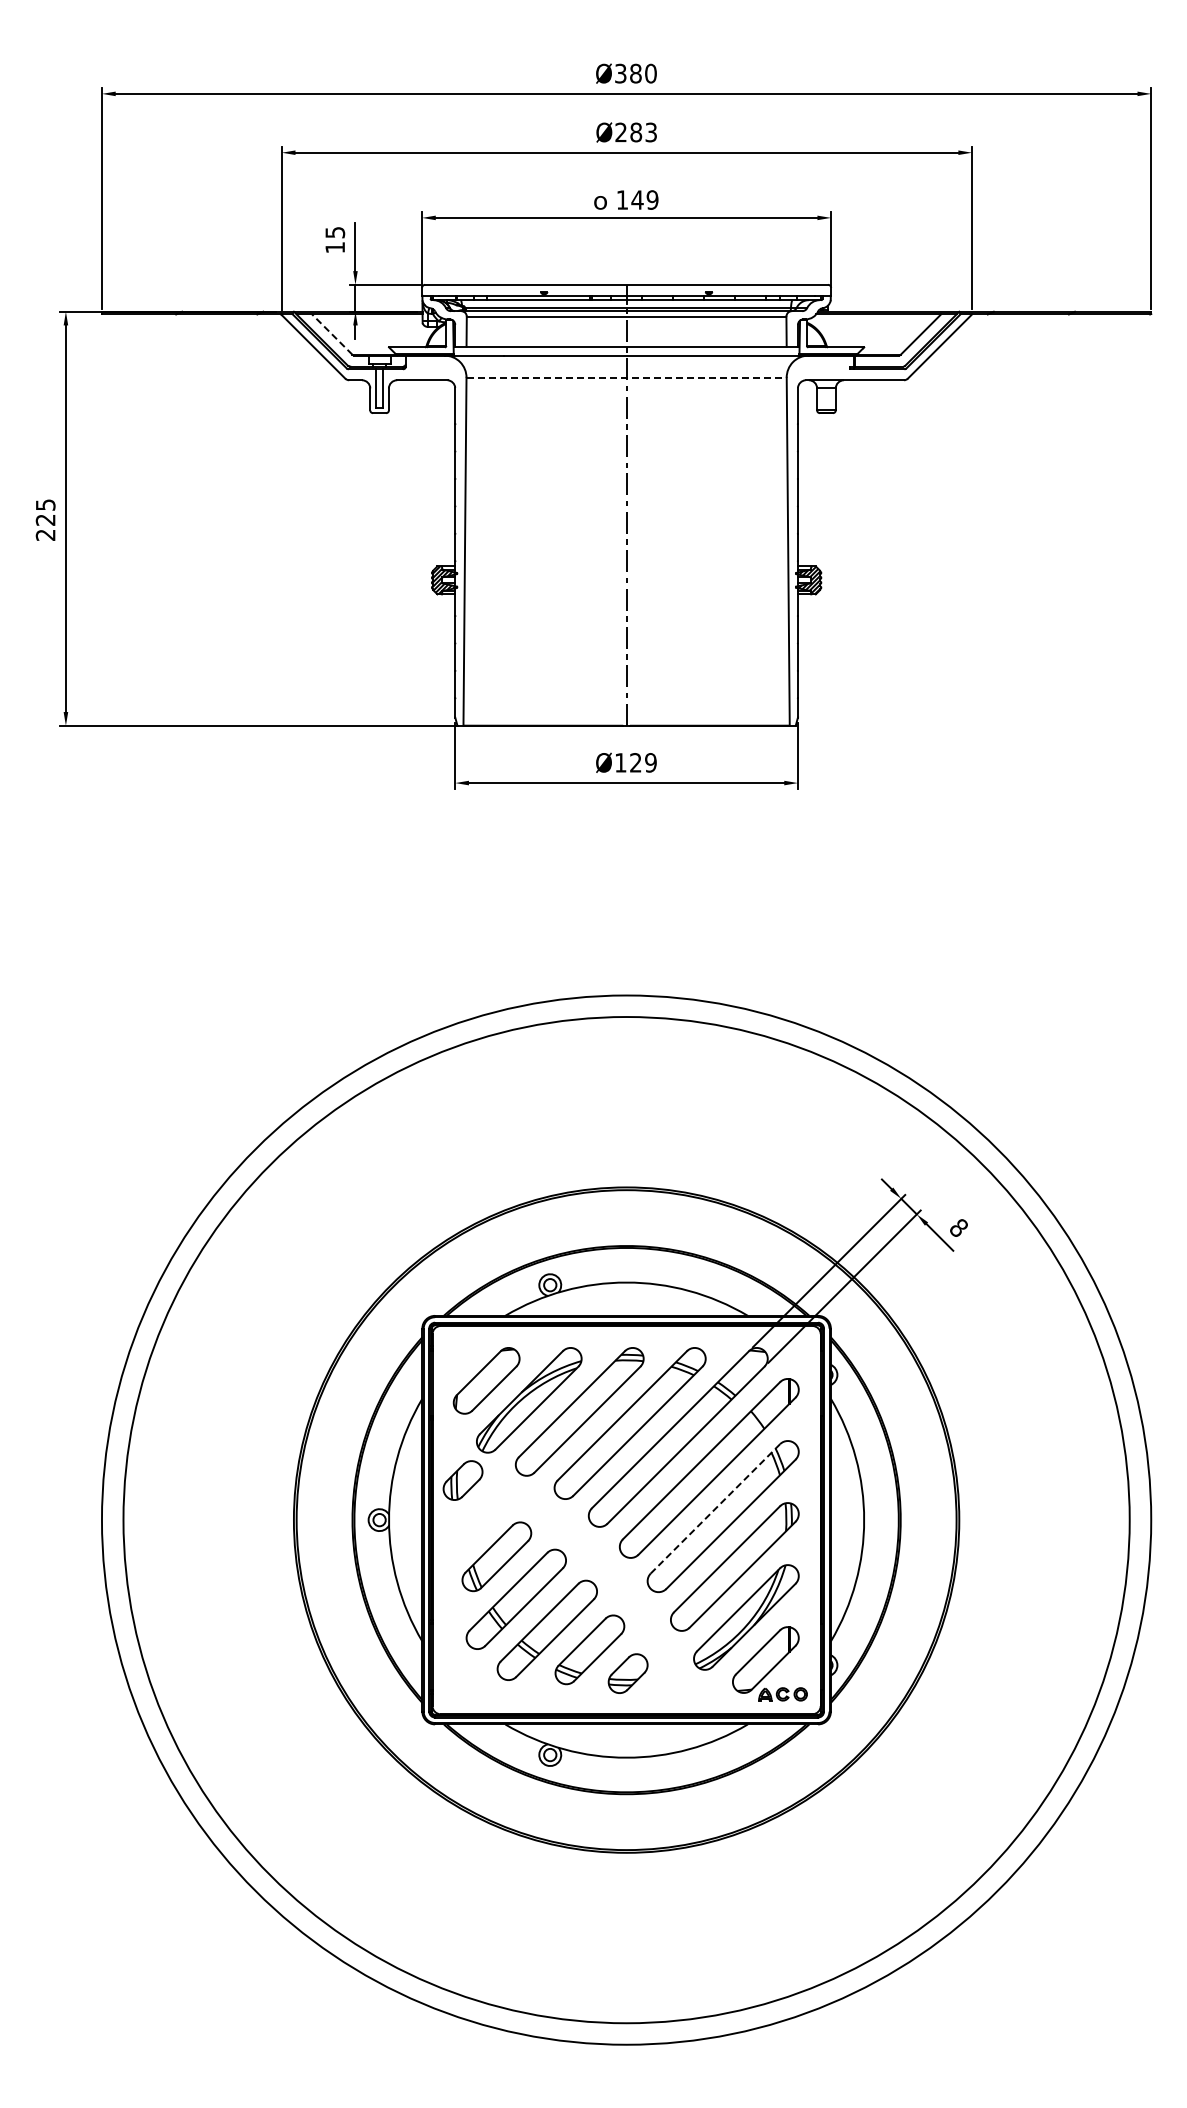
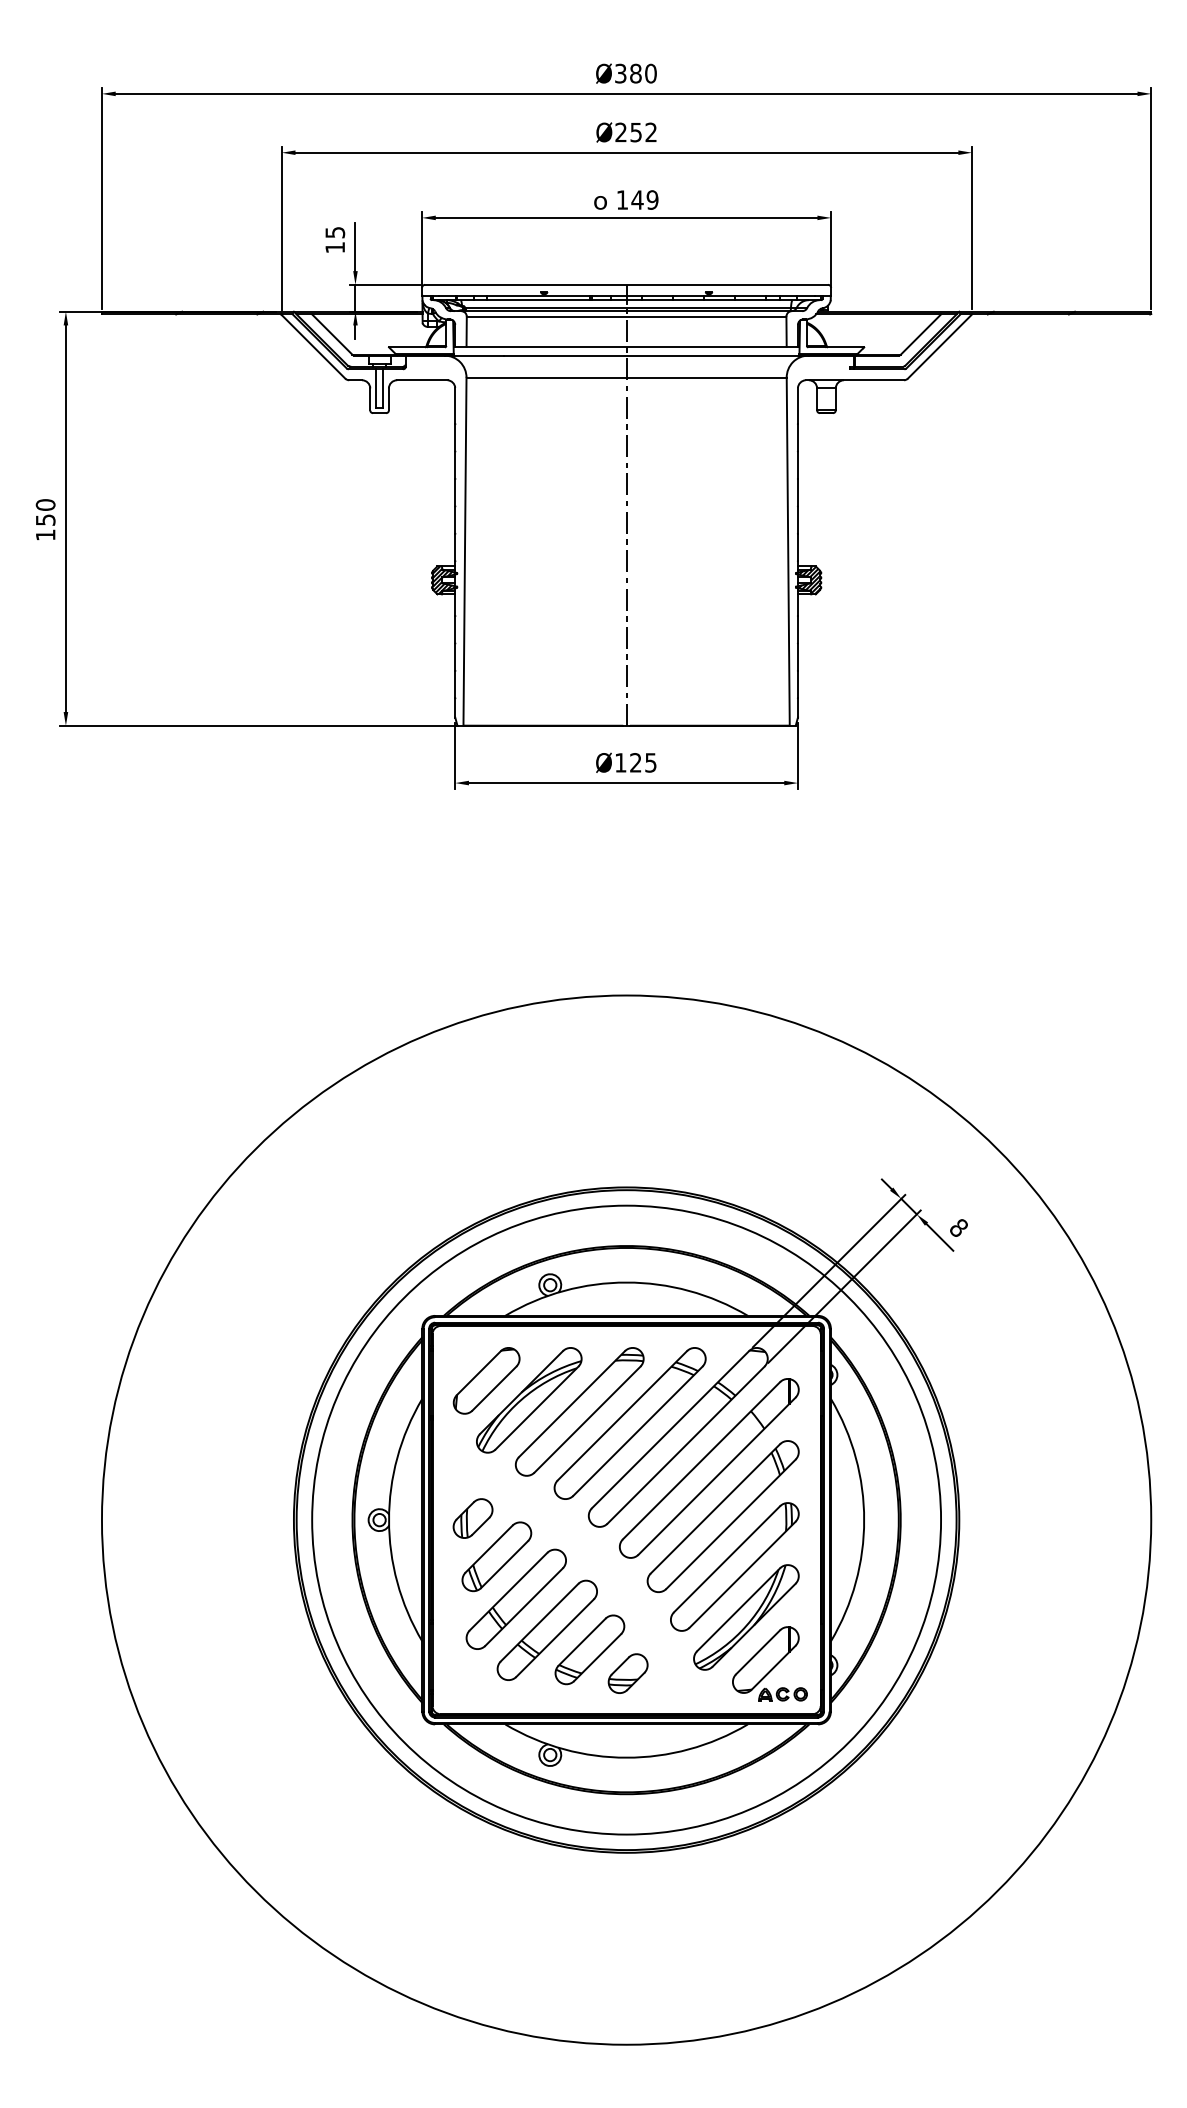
text at (643, 132): Ø283 -> Ø252
line at (332, 334): dashed -> solid
line at (627, 377): dashed -> solid
text at (45, 519): 225 -> 150
text at (650, 762): Ø129 -> Ø125
part at (462, 1480) position: (462, 1480) -> (472, 1518)
line at (715, 1509): dashed -> solid
circle at (626, 1520) diameter: 1006 px -> 629 px
